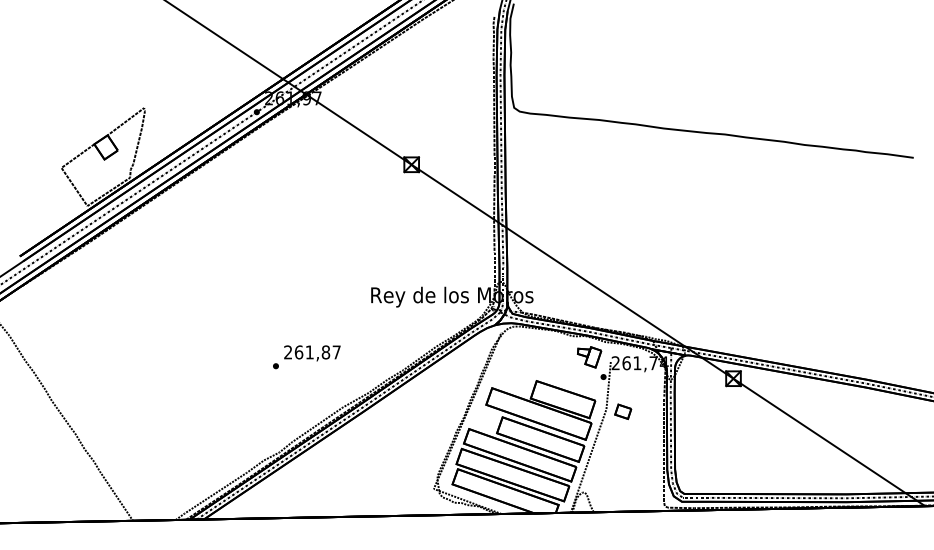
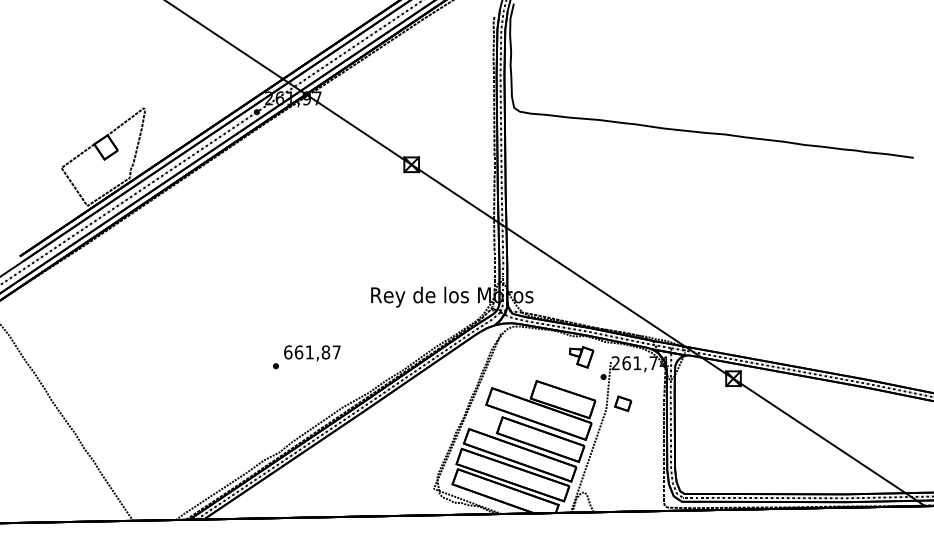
text at (288, 352): 261,87 -> 661,87
part at (589, 357) position: (589, 357) -> (581, 357)
part at (623, 411) position: (623, 411) -> (623, 403)
